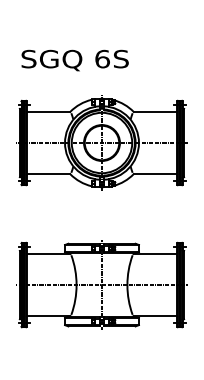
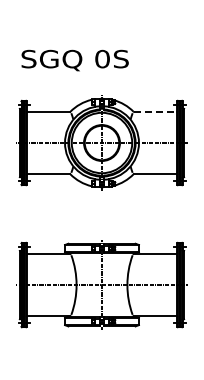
text at (102, 58): 6S -> 0S
line at (155, 112): solid -> dashed
